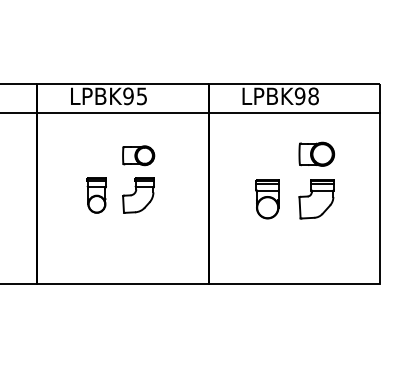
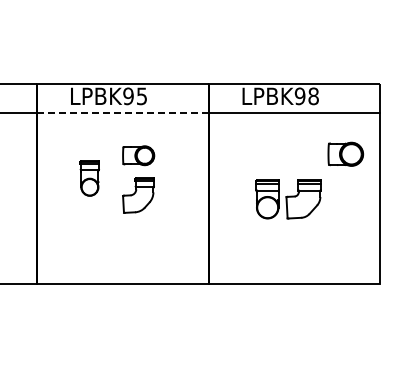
line at (122, 112): solid -> dashed
part at (316, 153) position: (316, 153) -> (345, 153)
part at (96, 195) position: (96, 195) -> (89, 178)
part at (316, 199) position: (316, 199) -> (303, 199)
